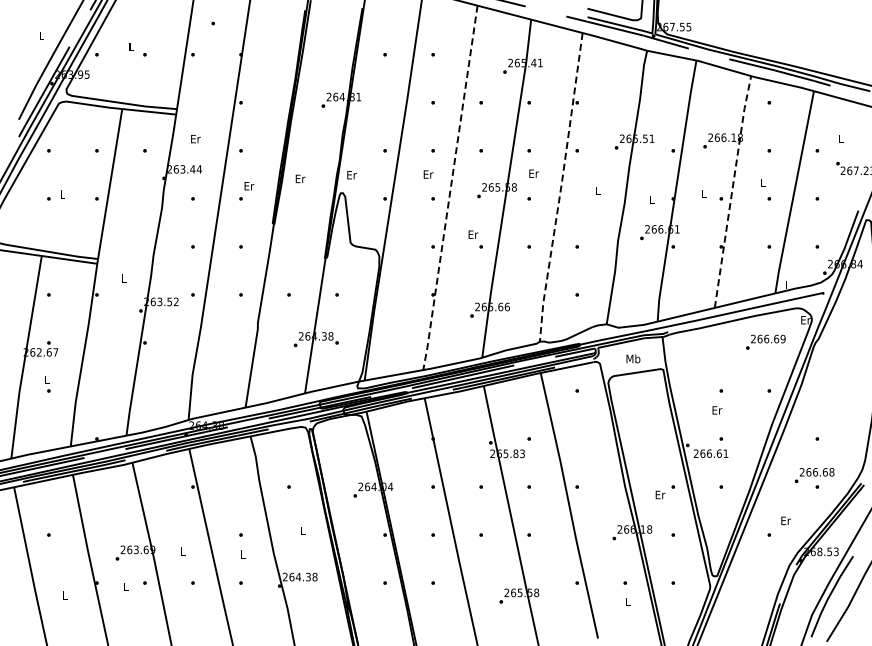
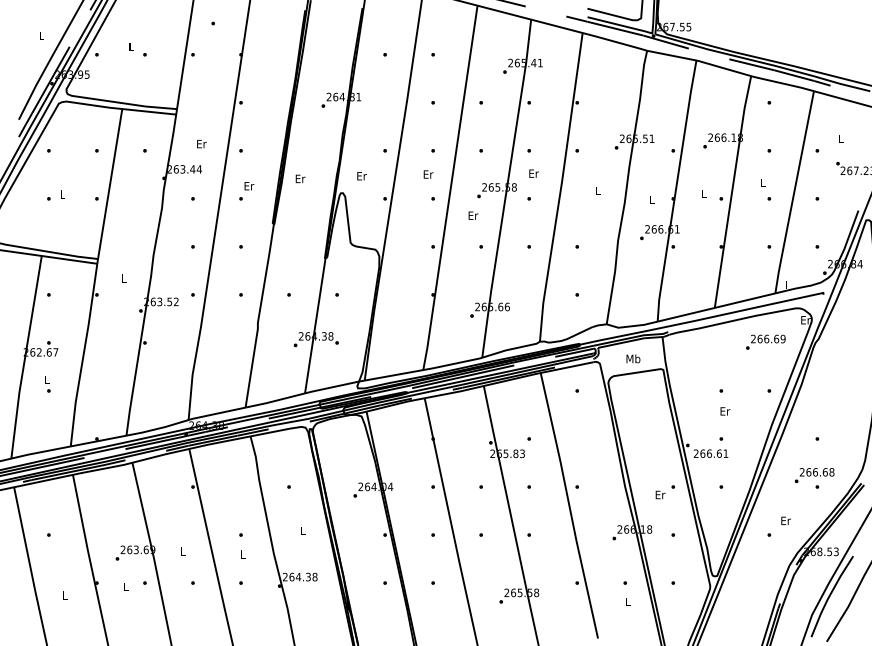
text at (195, 139) position: (195, 139) -> (201, 144)
text at (351, 175) position: (351, 175) -> (361, 176)
line at (561, 187): dashed -> solid
line at (450, 189): dashed -> solid
line at (732, 190): dashed -> solid
text at (473, 234) position: (473, 234) -> (473, 215)
text at (717, 410) position: (717, 410) -> (725, 411)
